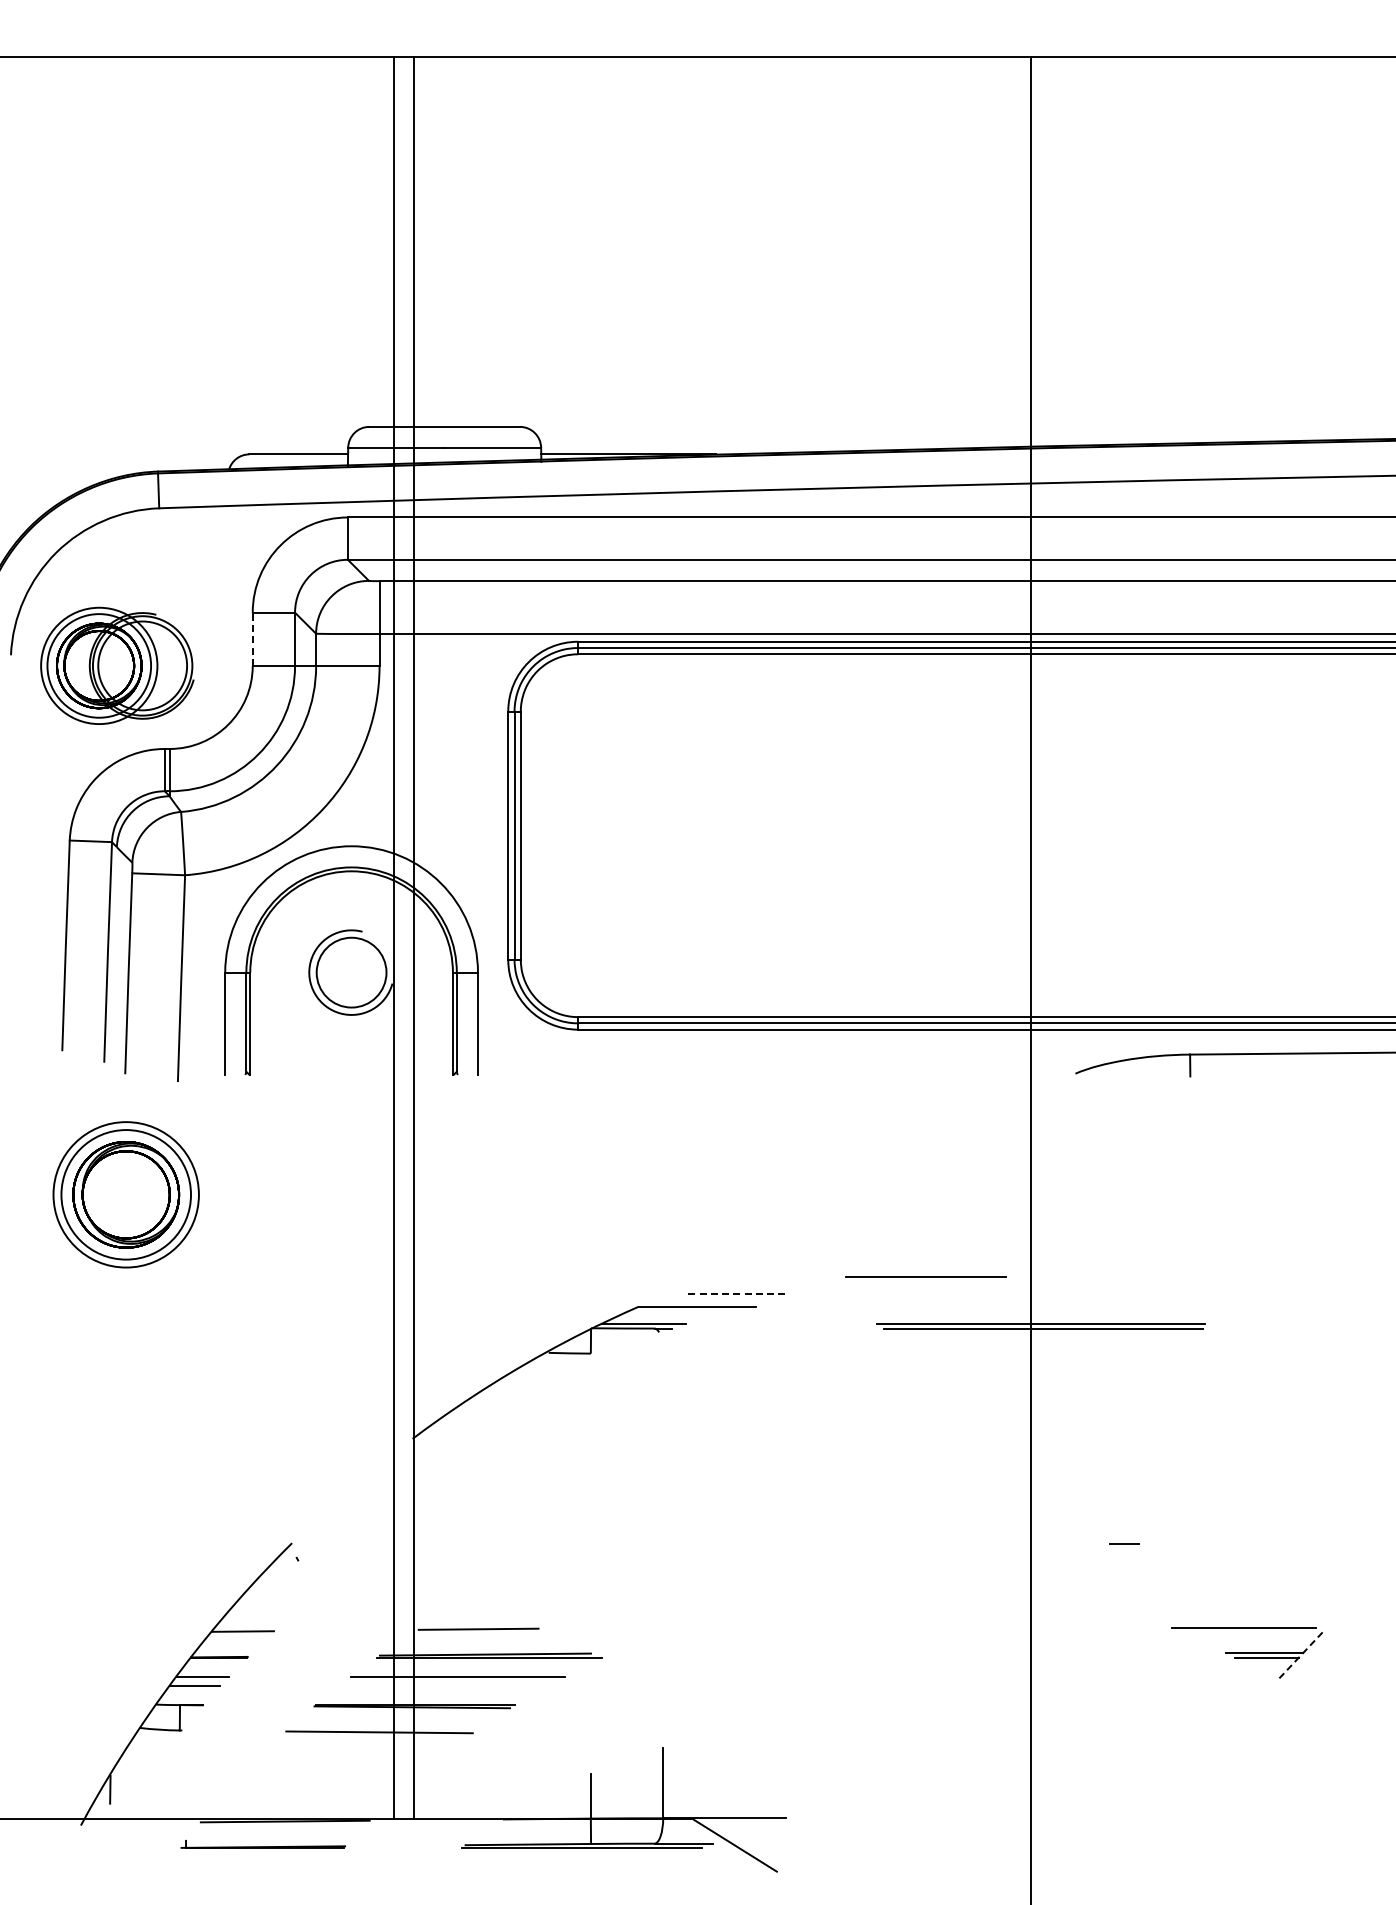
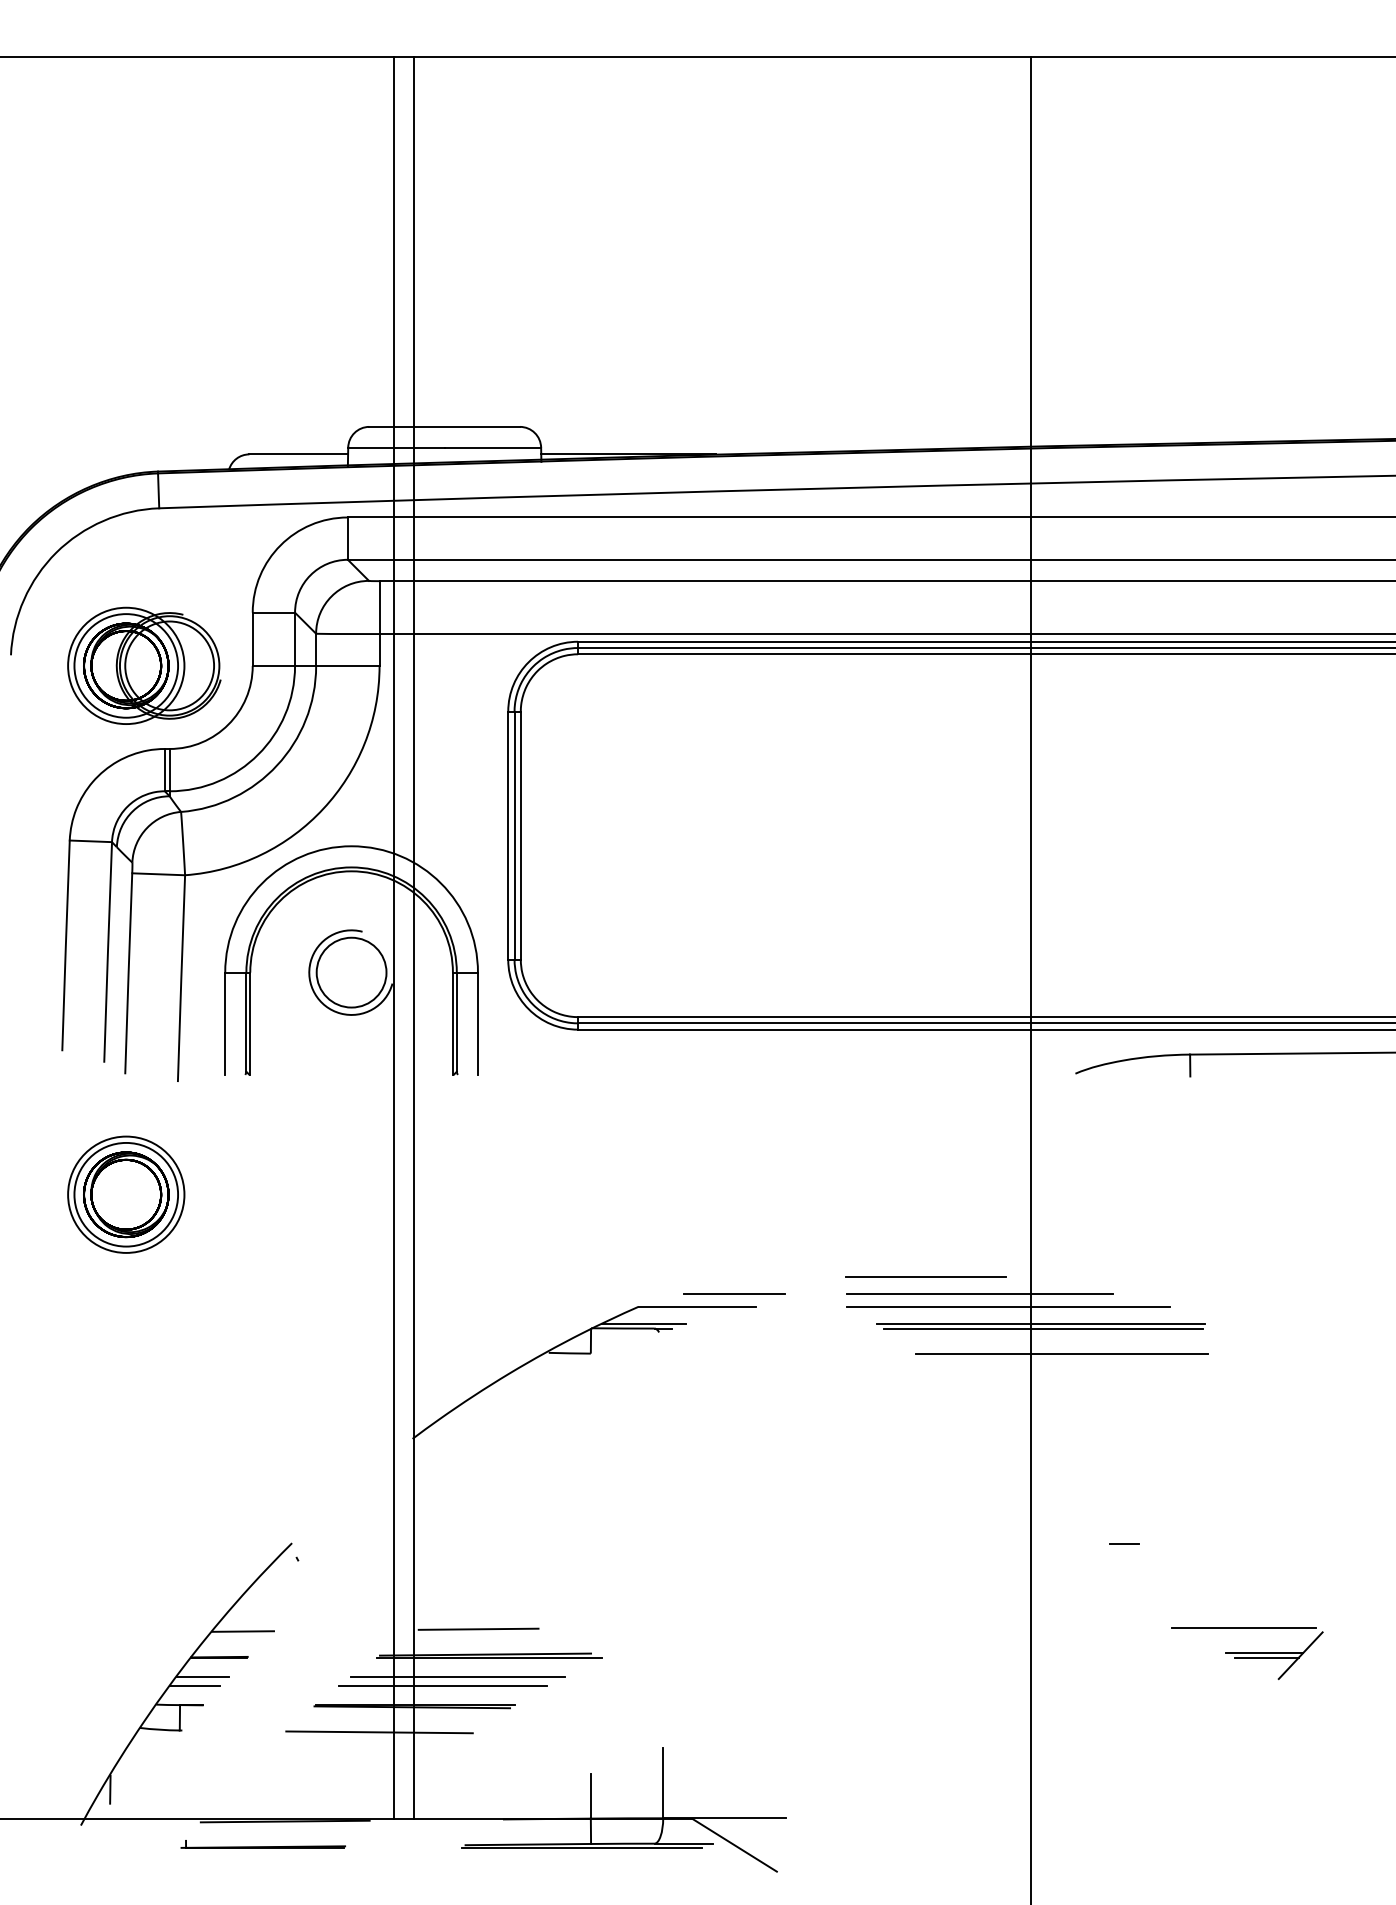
line at (252, 639): dashed -> solid
part at (117, 665) position: (117, 665) -> (144, 665)
part at (125, 1194) size: 148x148 px -> 119x119 px
line at (734, 1293): dashed -> solid
line at (979, 1293): none -> present
line at (1007, 1307): none -> present
line at (1061, 1353): none -> present
line at (1300, 1656): dashed -> solid
line at (443, 1686): none -> present
